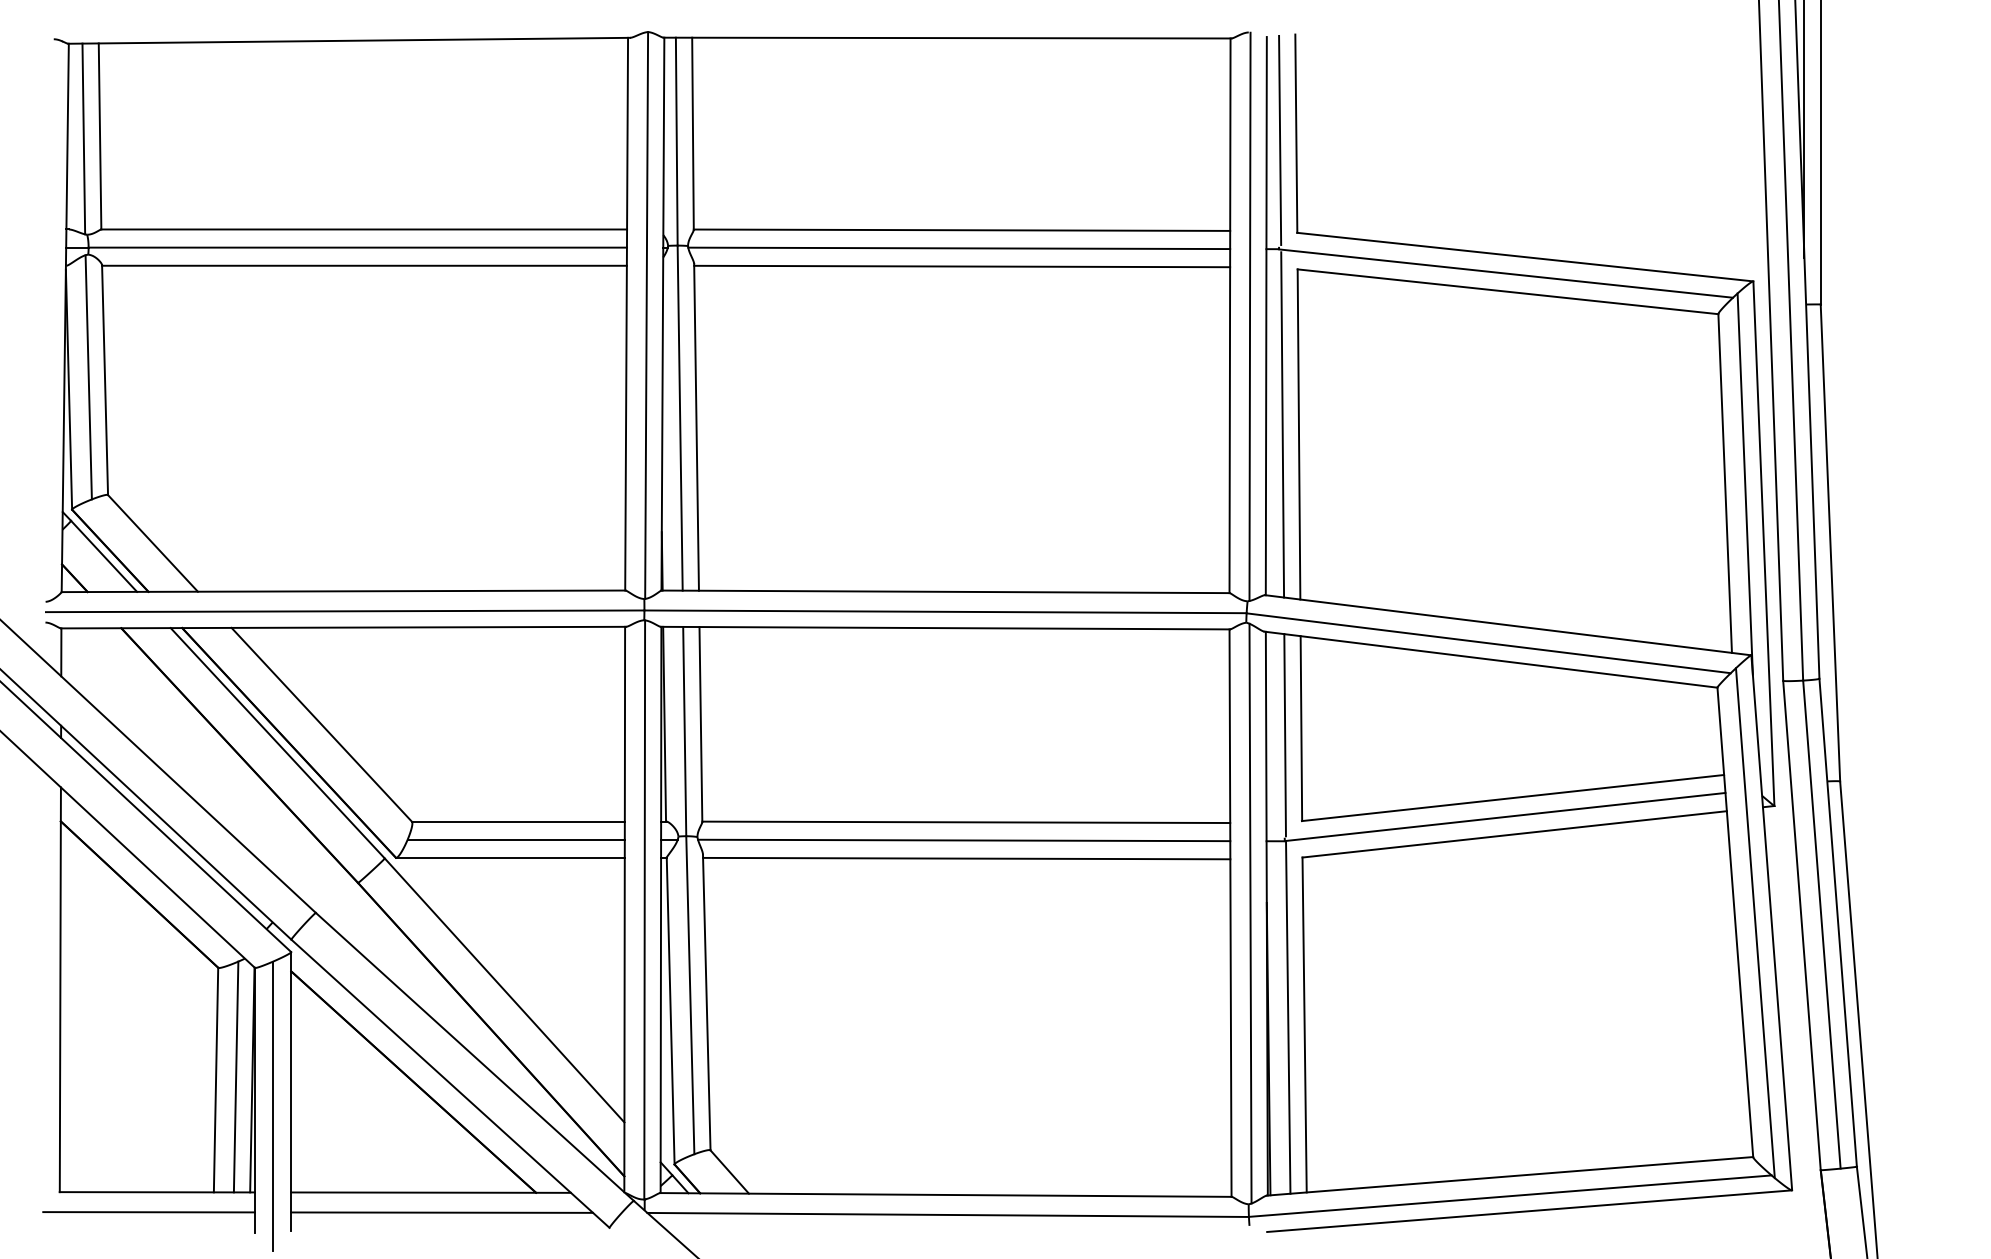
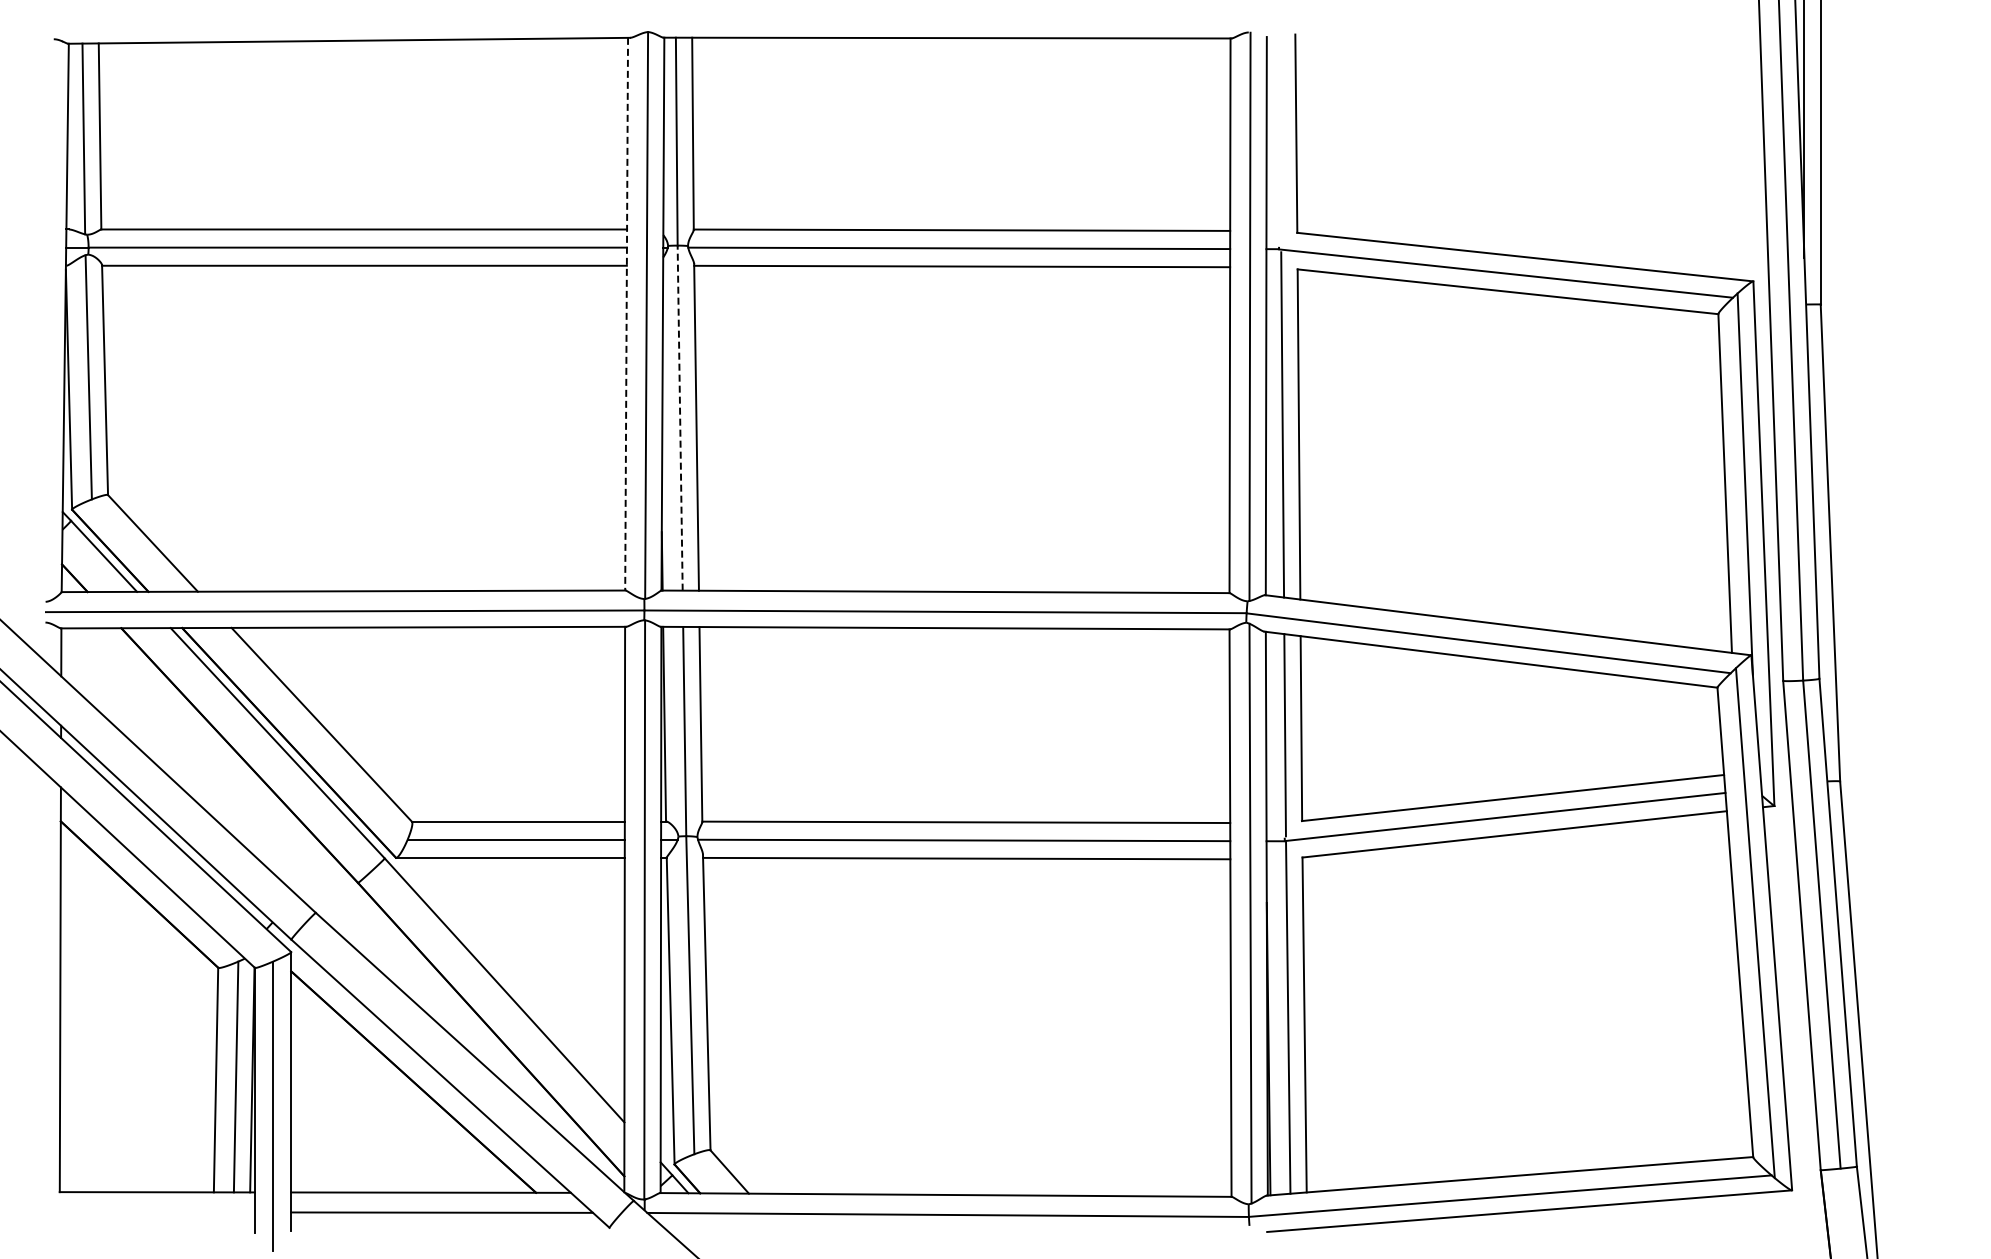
line at (1280, 140): present -> none
line at (626, 314): solid -> dashed
line at (680, 418): solid -> dashed
line at (148, 1212): present -> none
